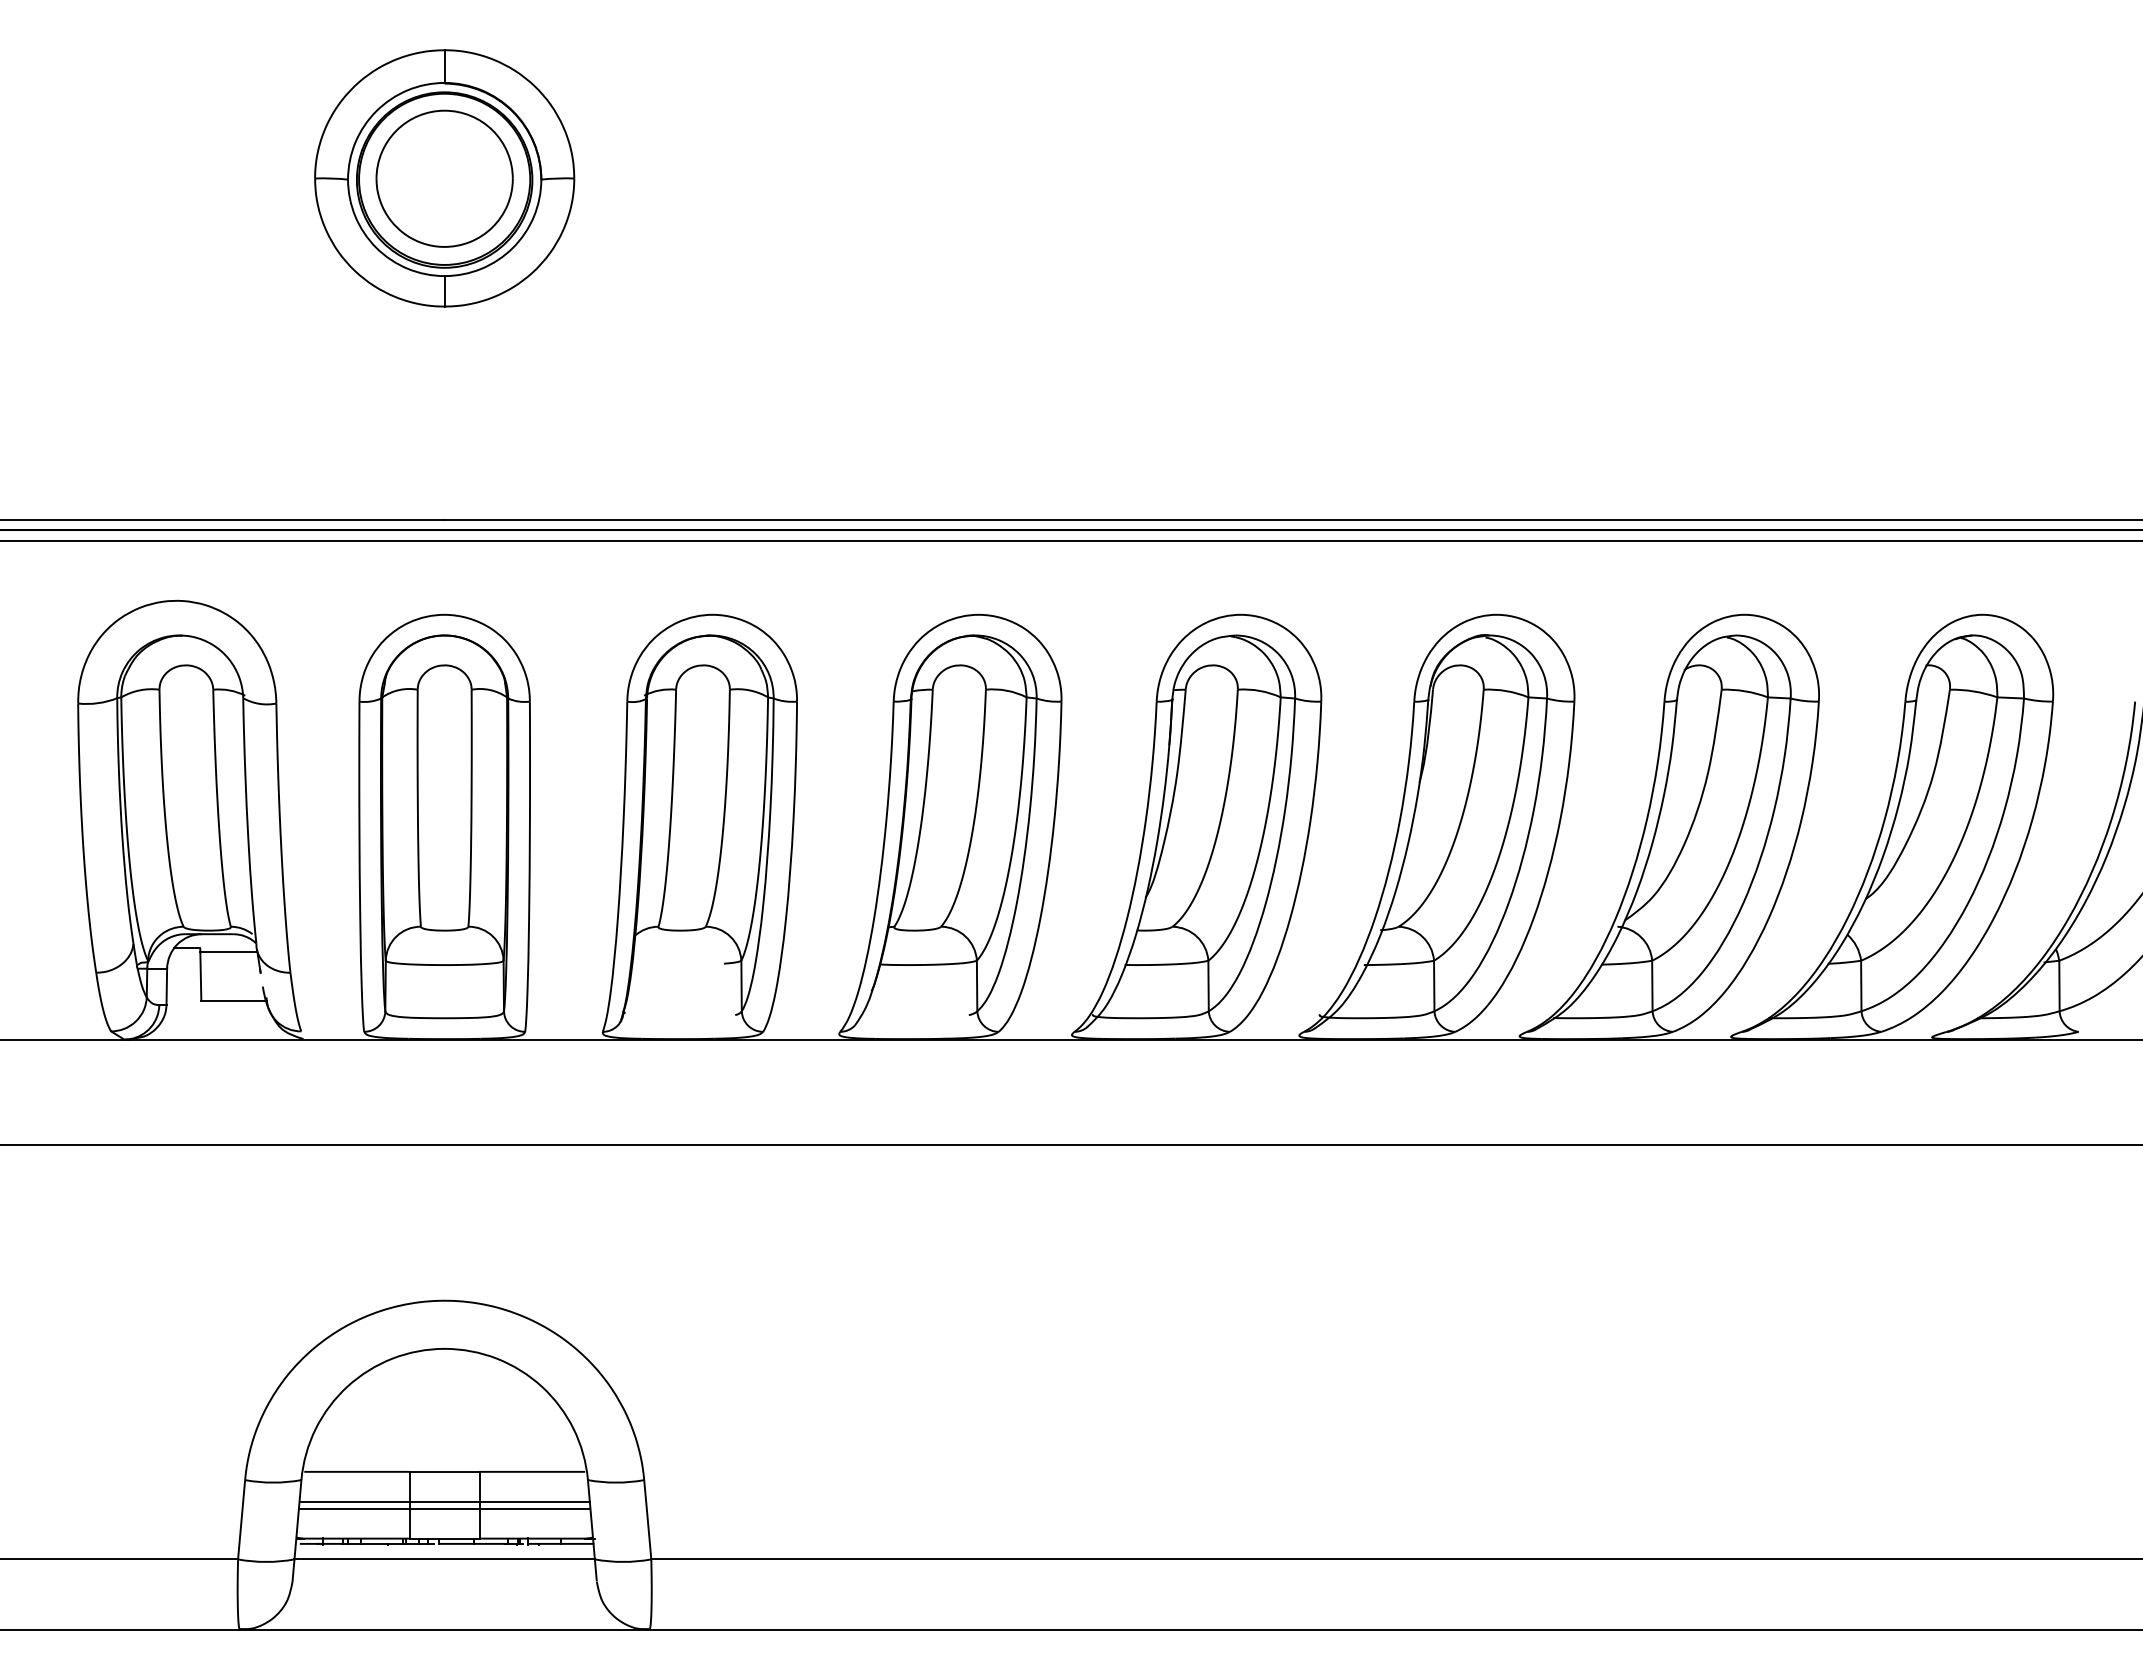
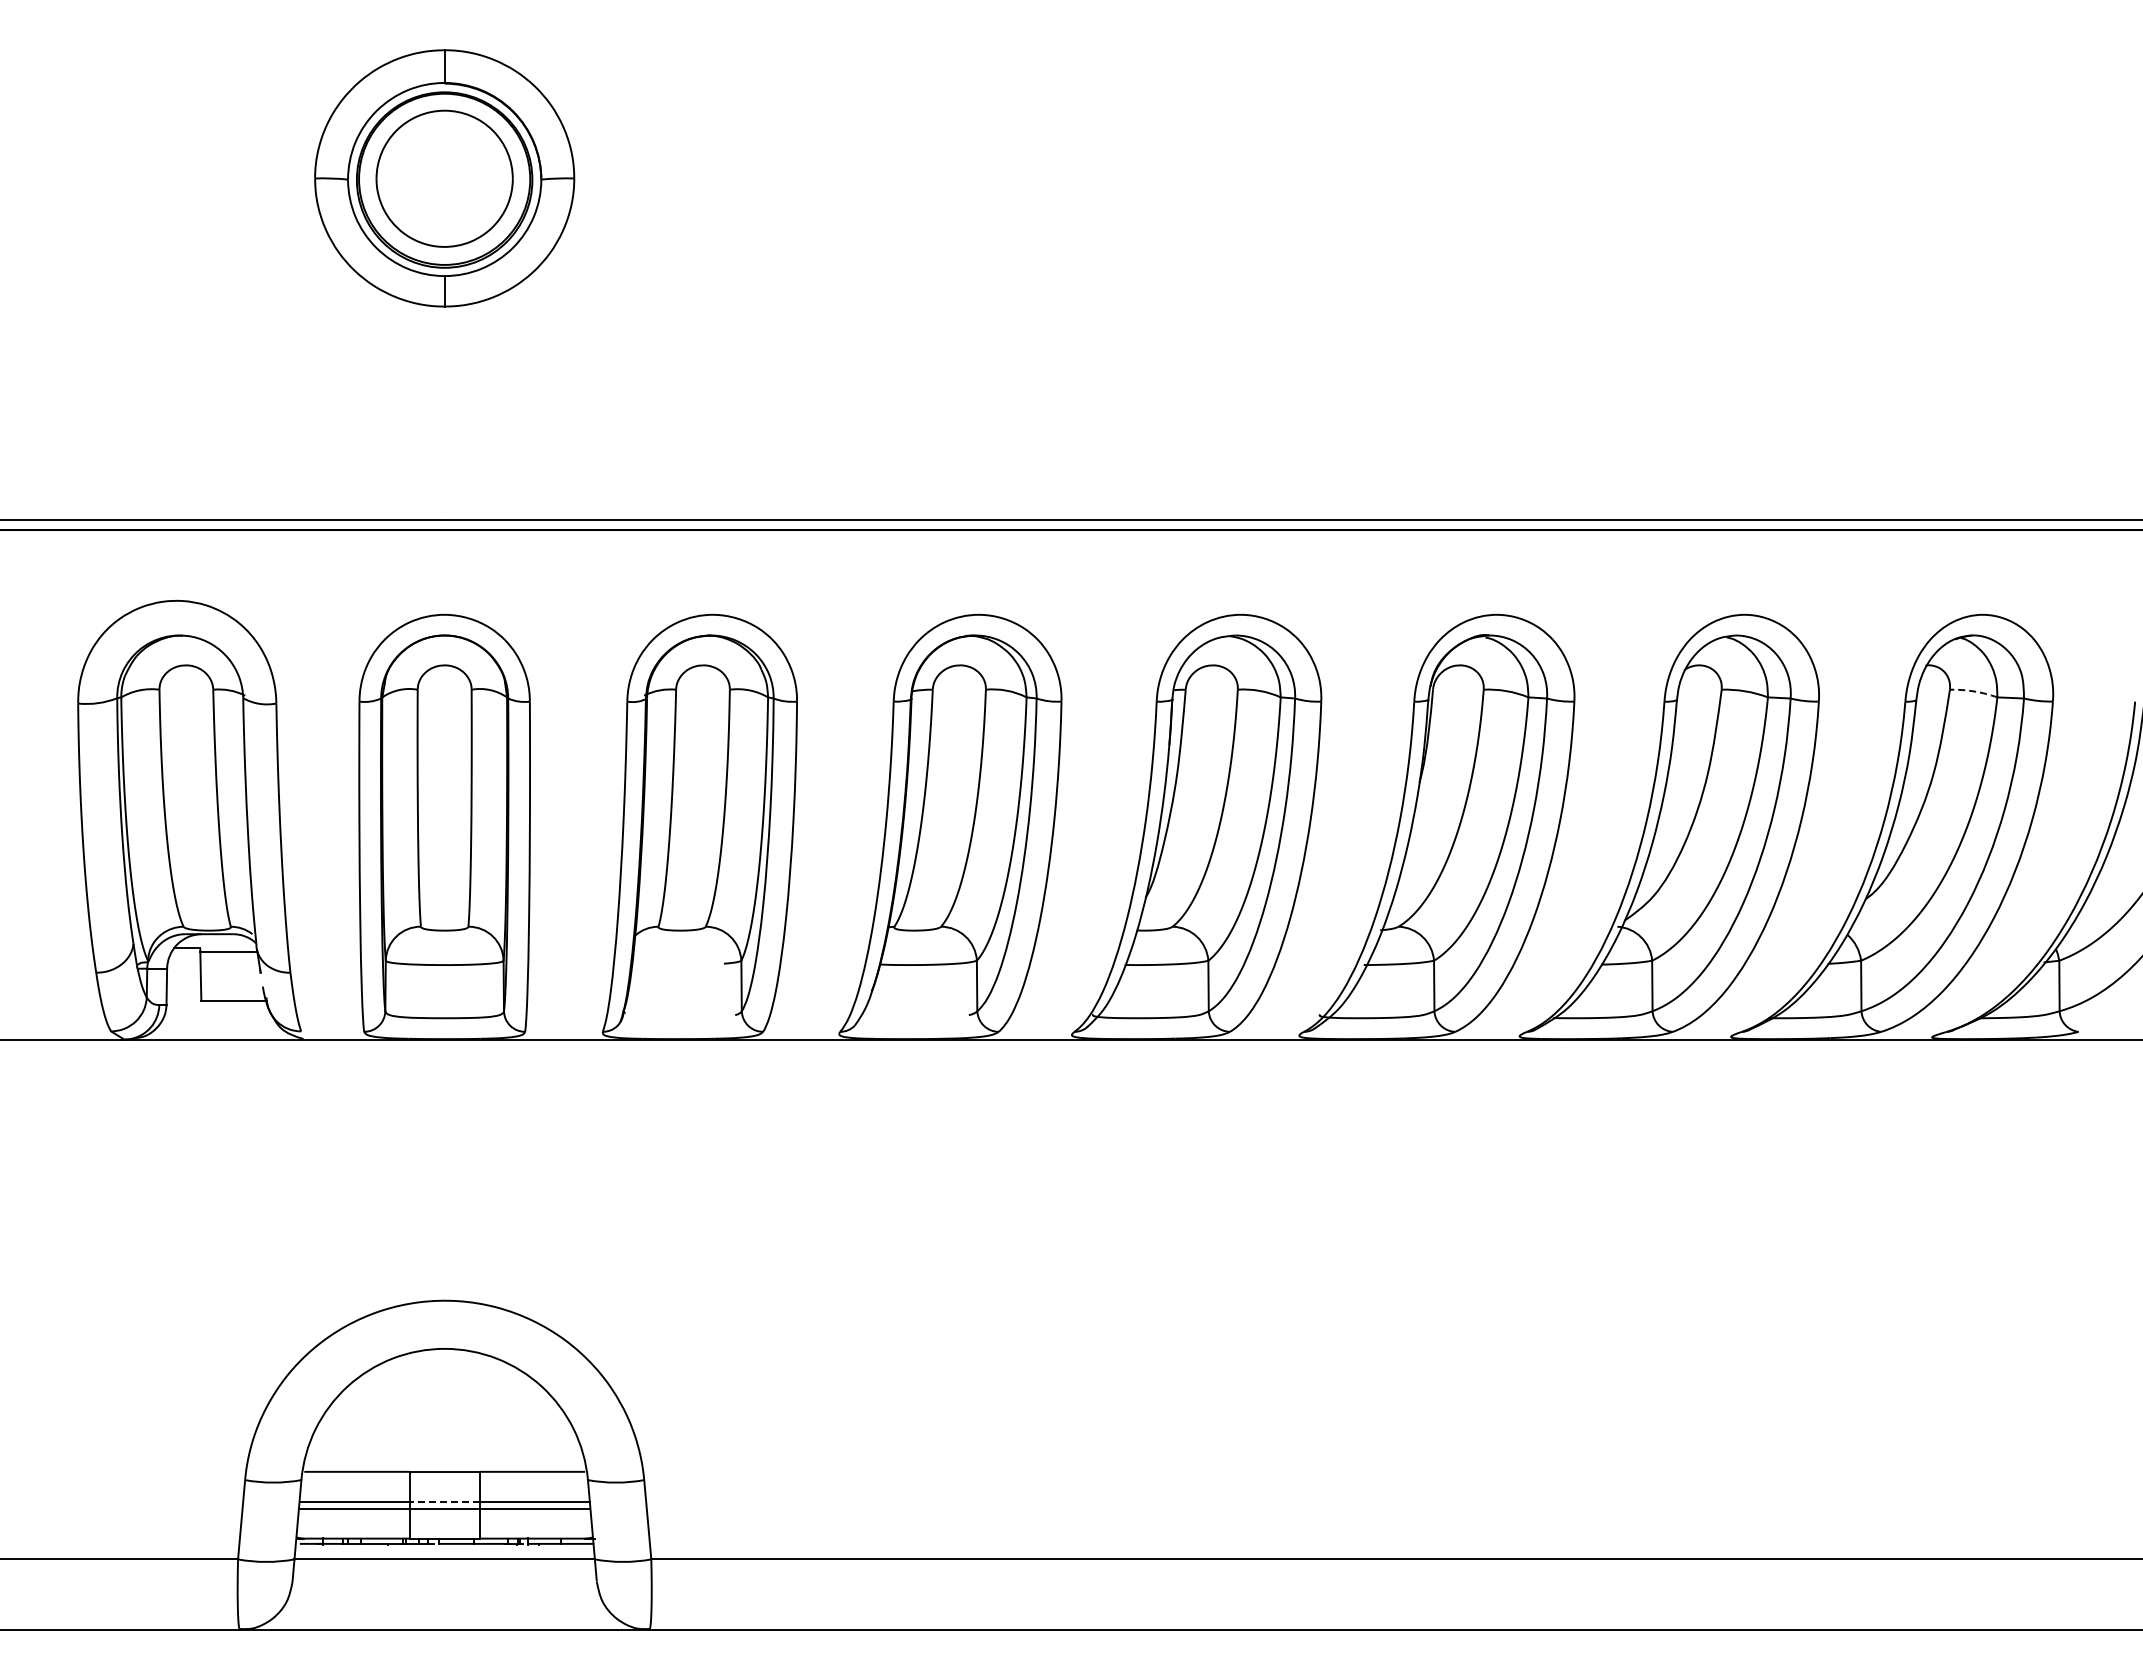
line at (1070, 541): present -> none
arc at (1974, 691): solid -> dashed
line at (1070, 1145): present -> none
line at (444, 1501): solid -> dashed
